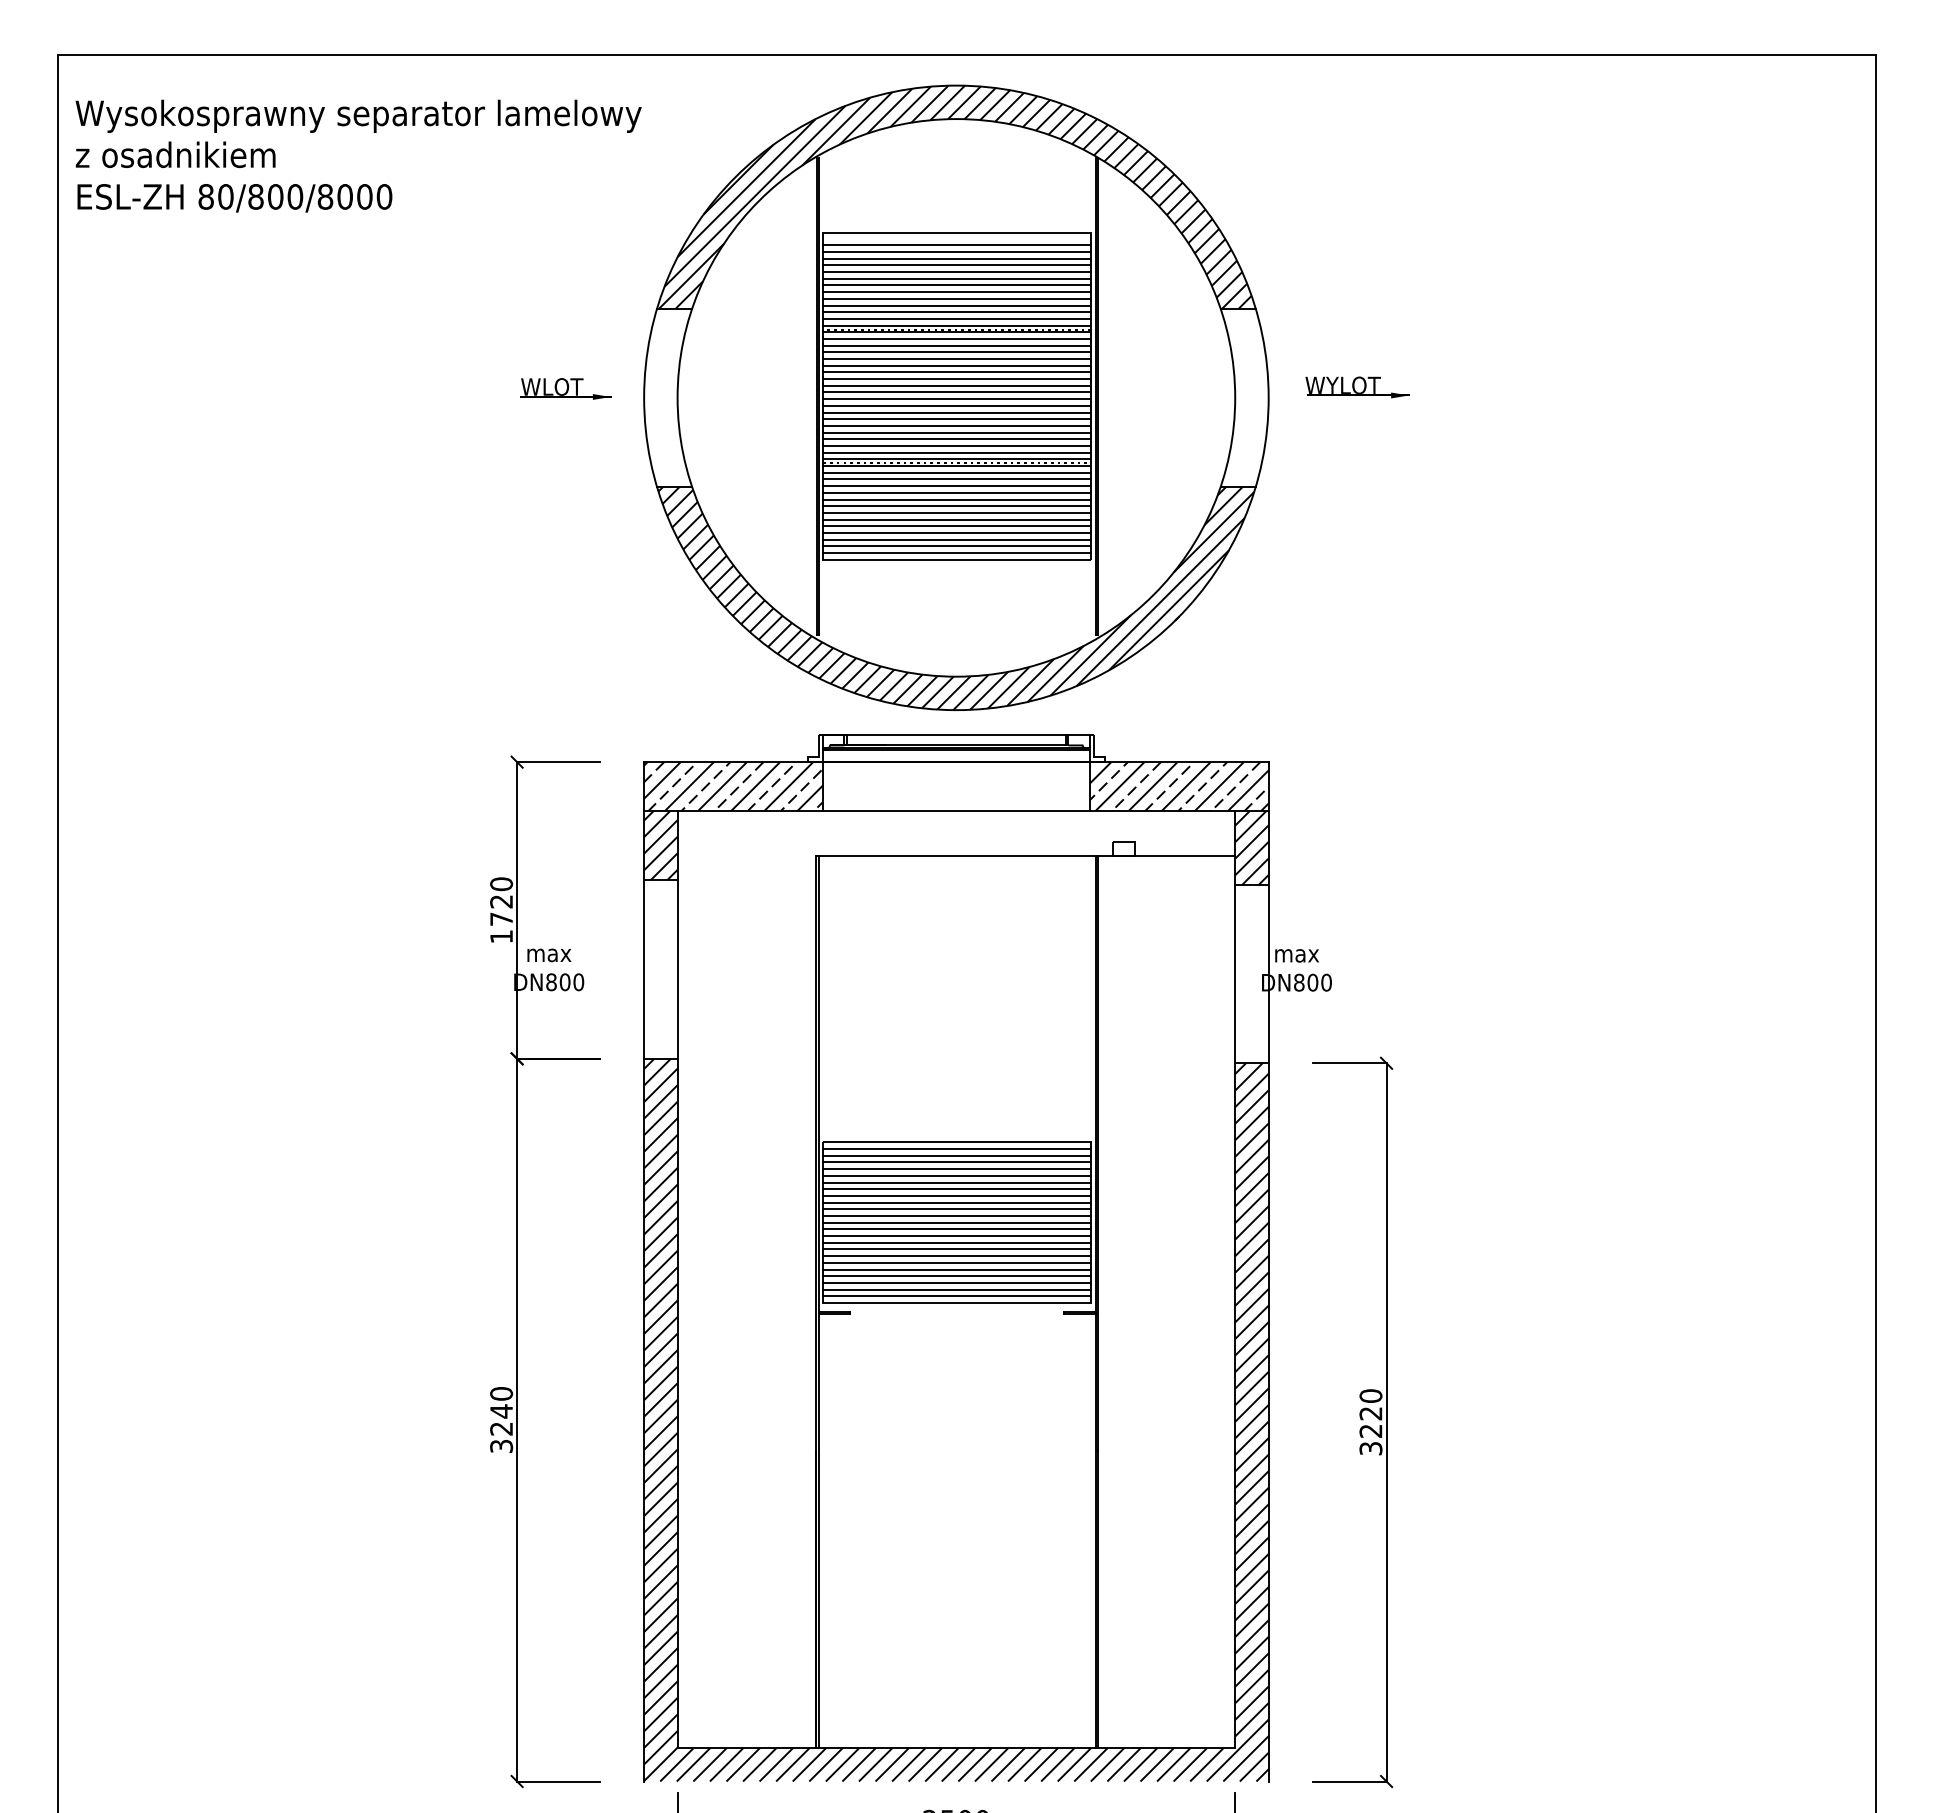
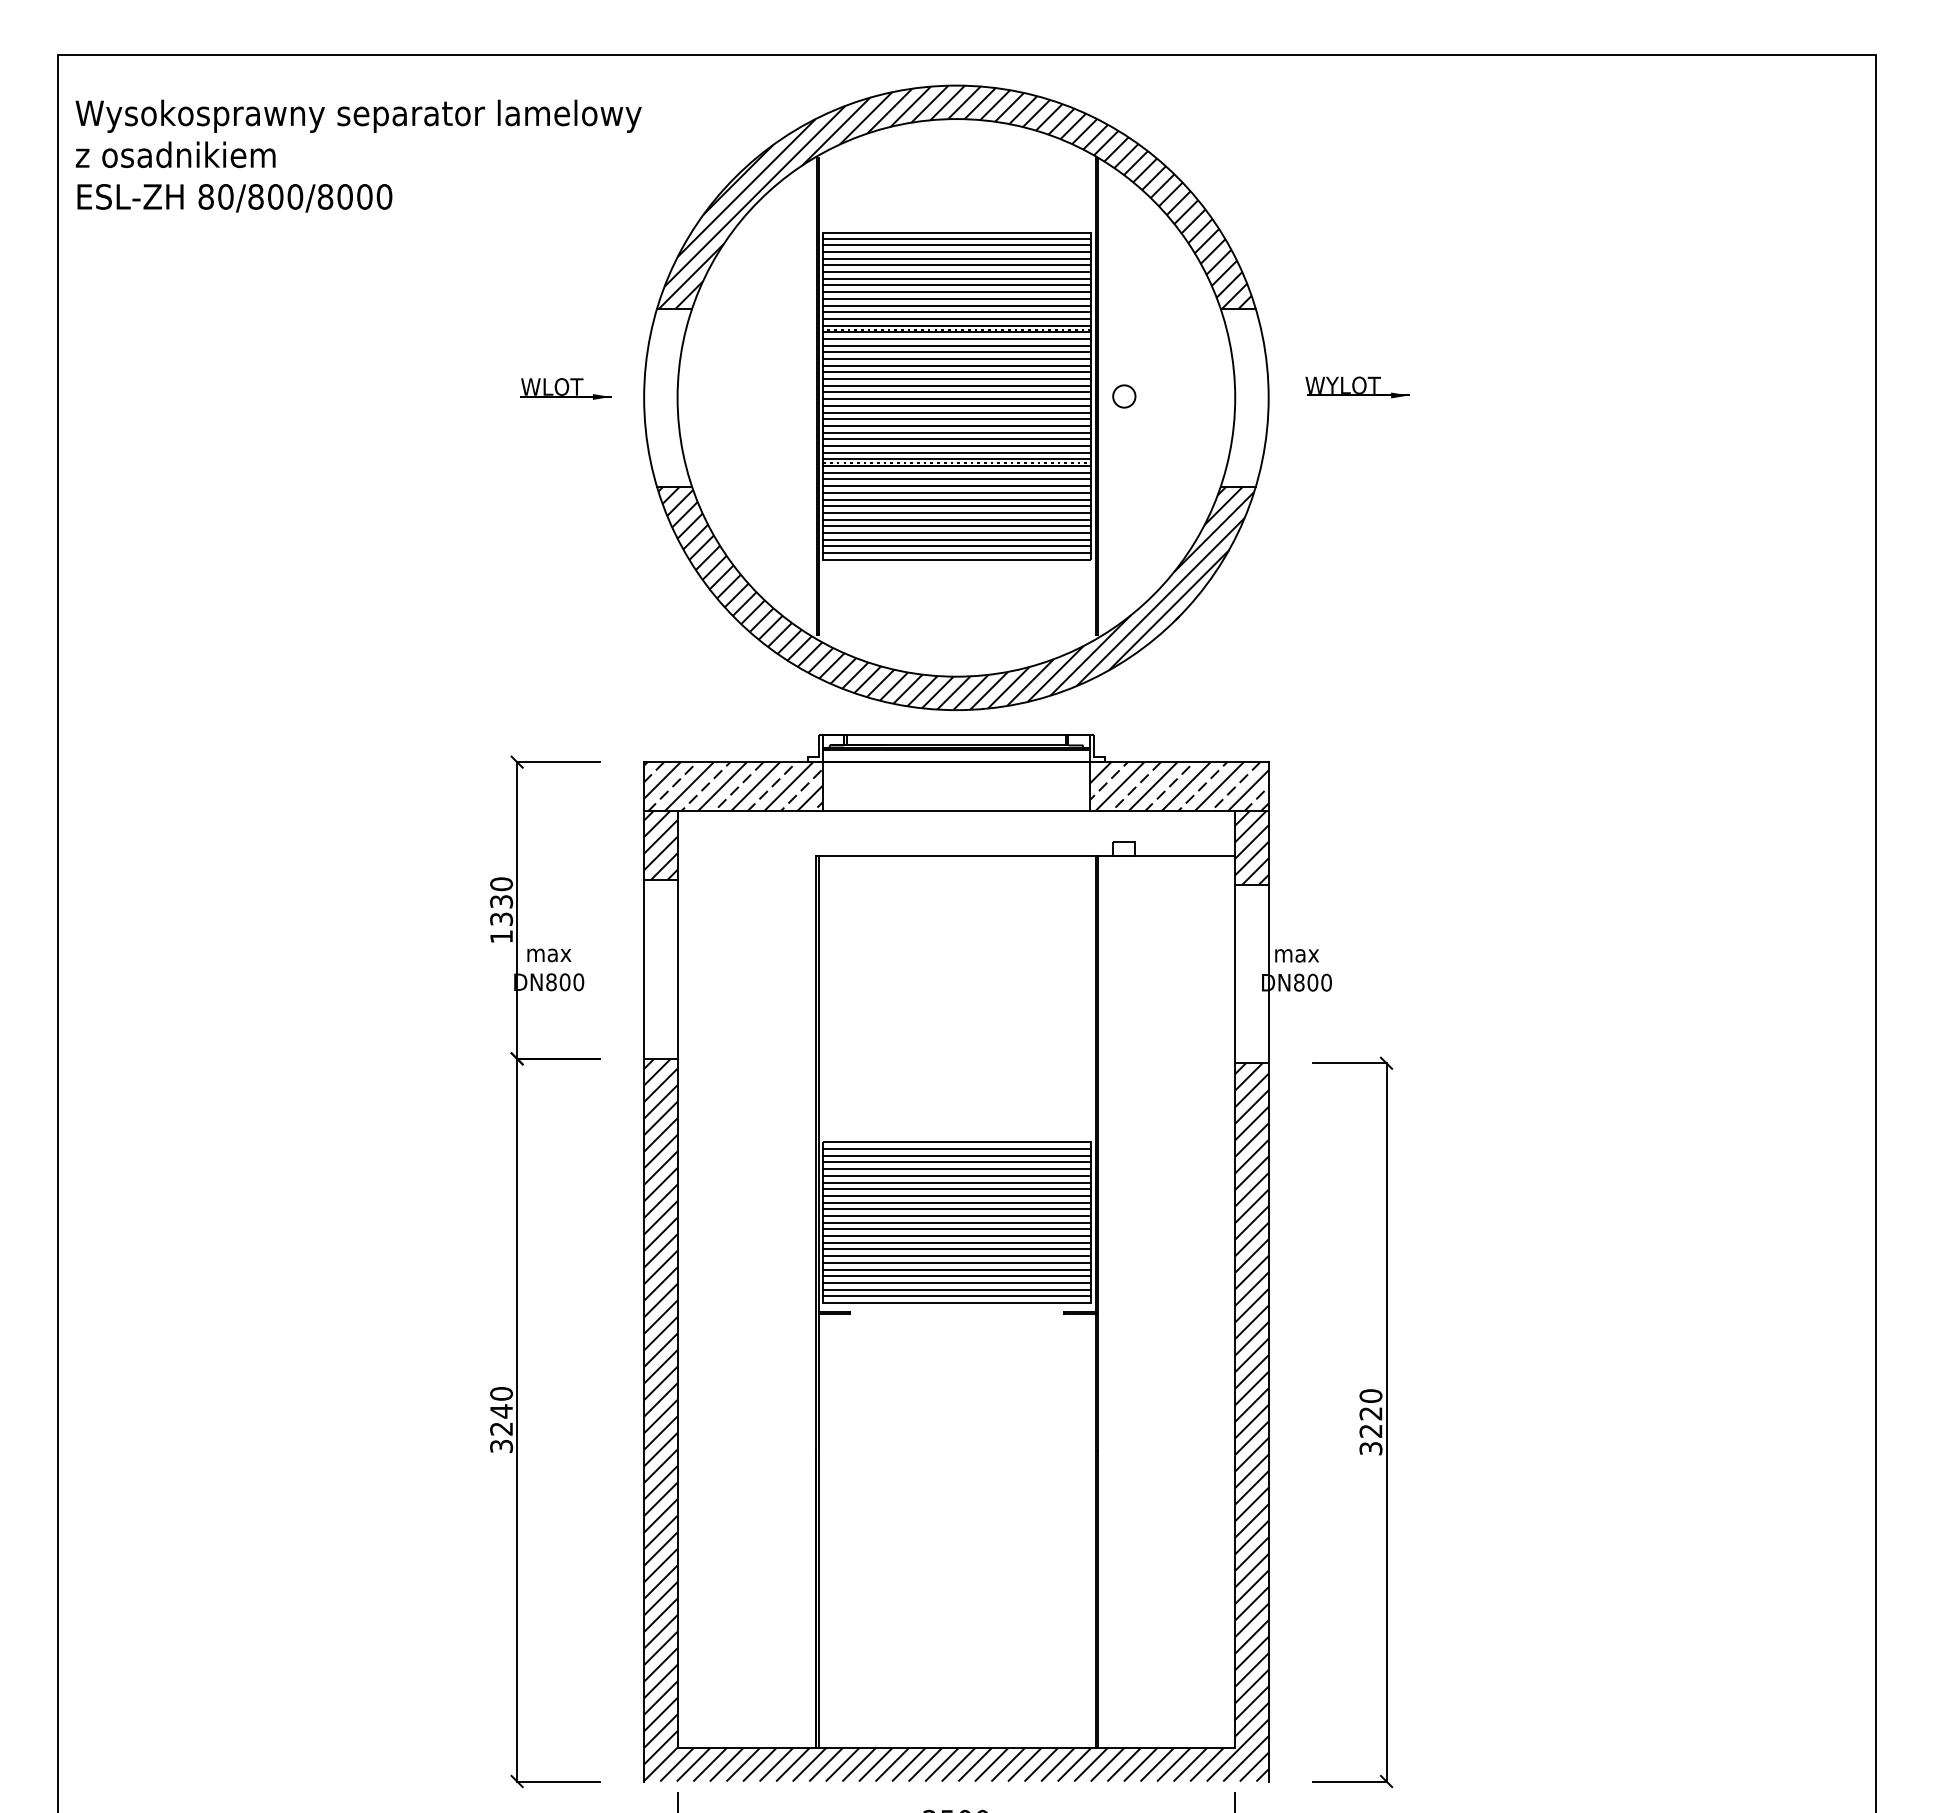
line at (957, 238): none -> present
circle at (1124, 396): none -> present
text at (501, 910): 1720 -> 1330
